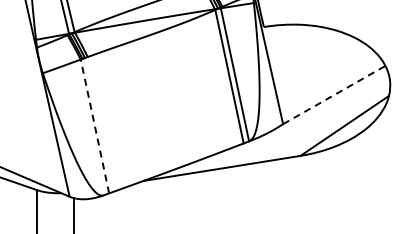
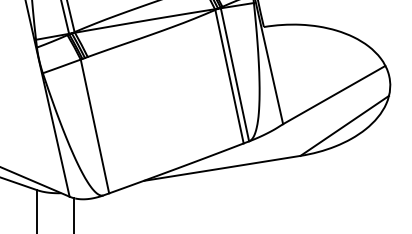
line at (334, 95): dashed -> solid
line at (94, 126): dashed -> solid
